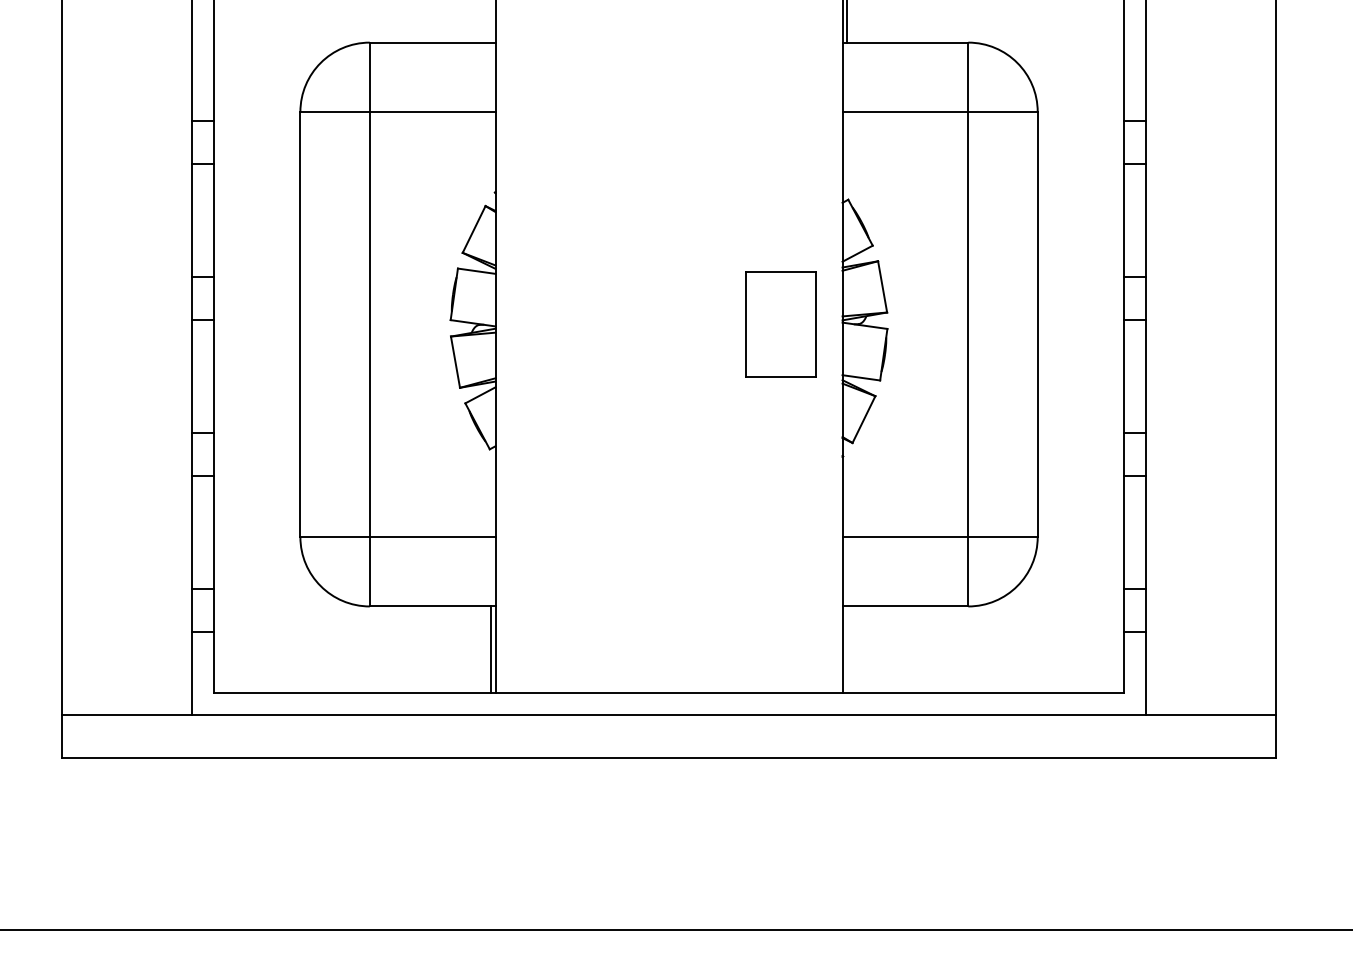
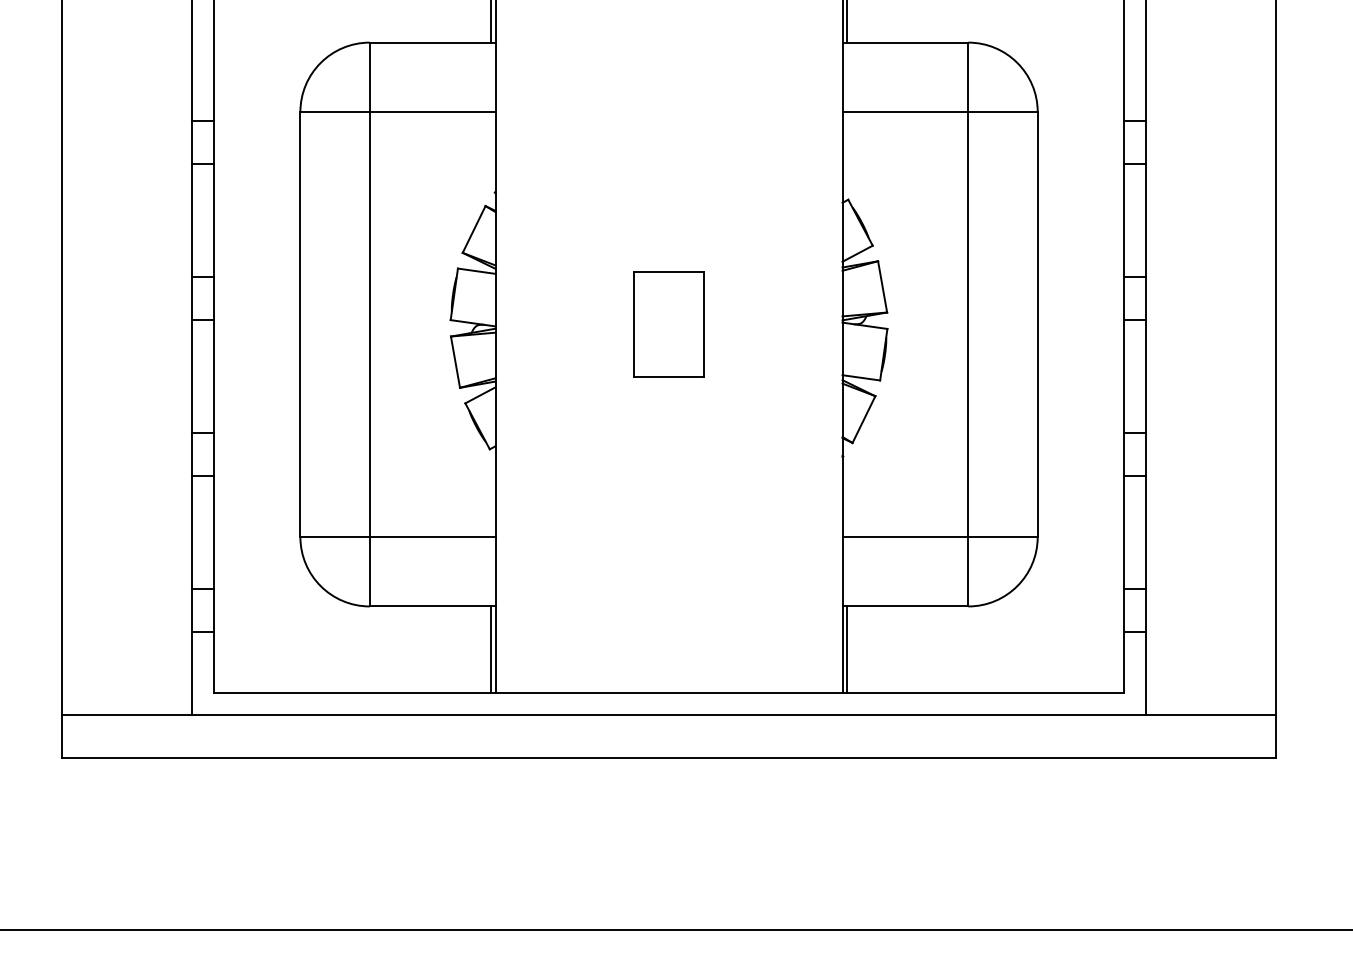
line at (491, 22): none -> present
part at (780, 324) position: (780, 324) -> (668, 324)
line at (846, 649): none -> present
